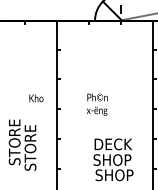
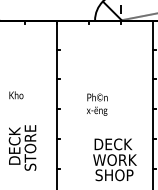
text at (36, 98) position: (36, 98) -> (16, 95)
text at (14, 142): STORE -> DECK
text at (114, 159): SHOP -> WORK
